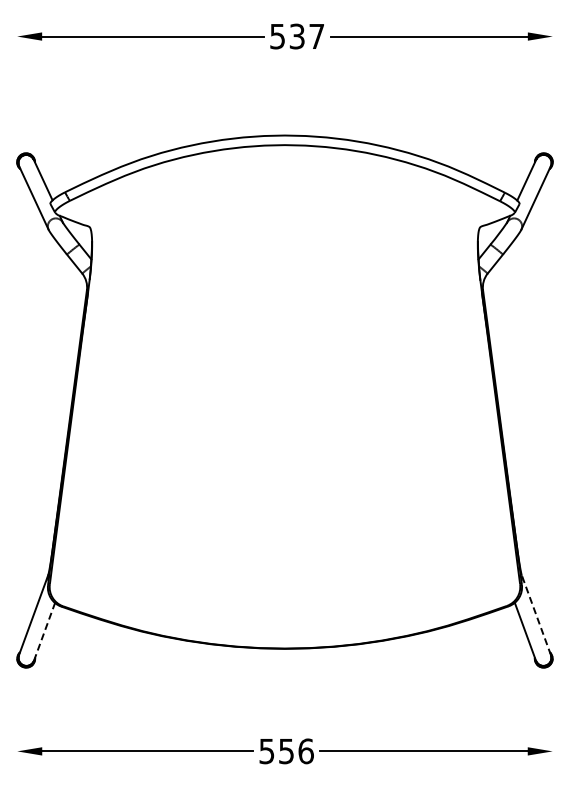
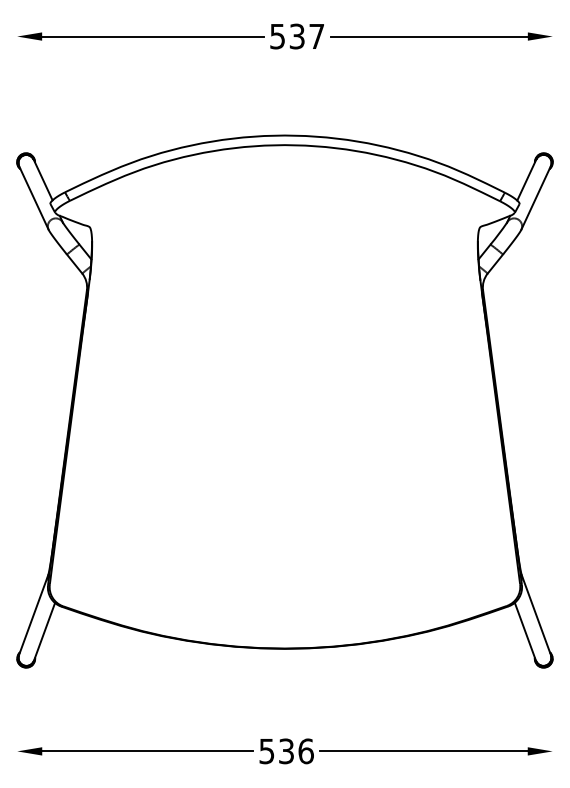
line at (536, 615): dashed -> solid
line at (44, 631): dashed -> solid
text at (286, 750): 556 -> 536
